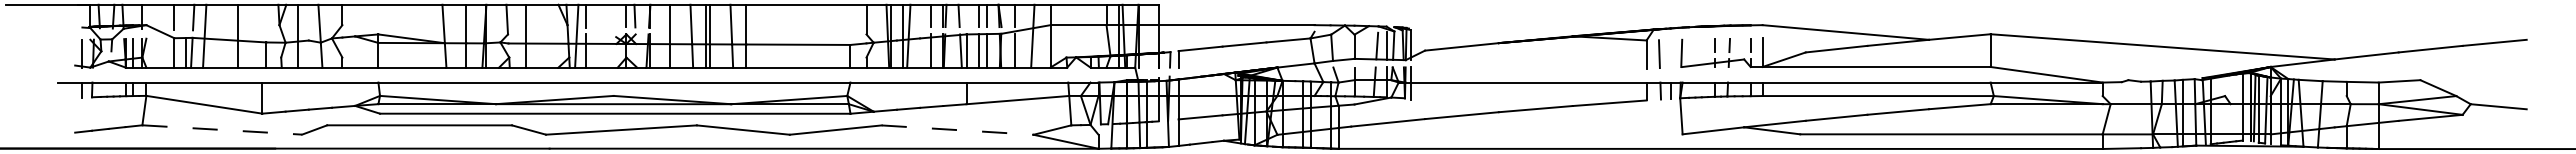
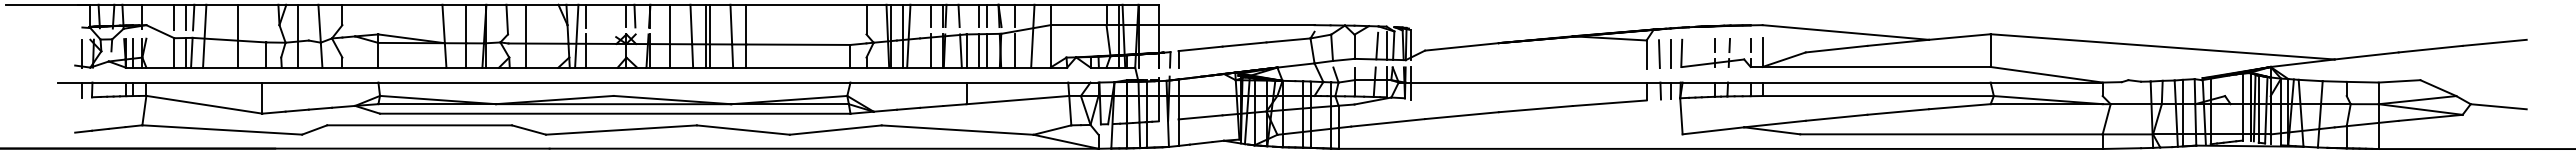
line at (186, 17): none -> present
line at (1670, 53): none -> present
line at (222, 129): dashed -> solid
line at (958, 130): dashed -> solid
